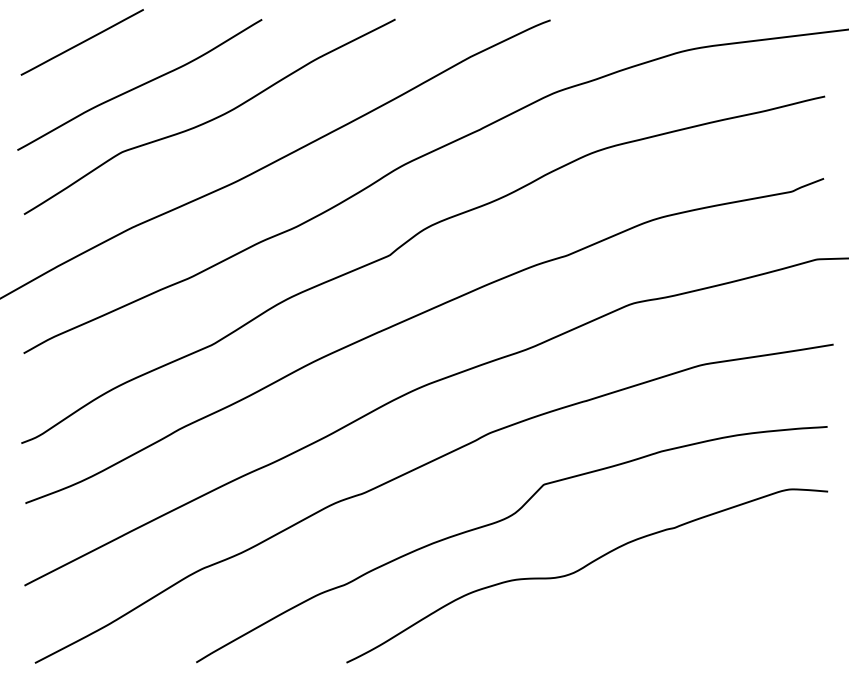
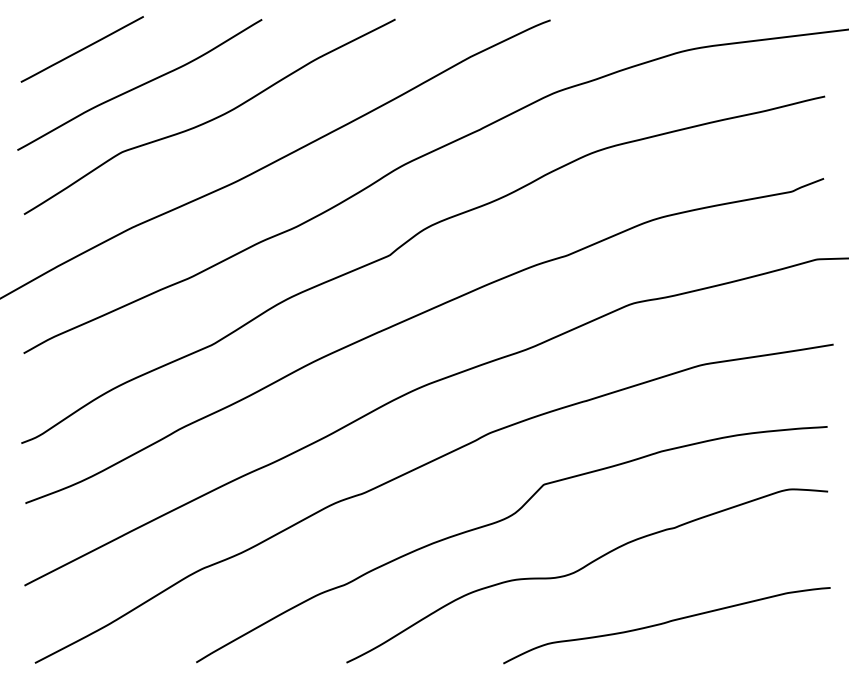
line at (81, 42) position: (81, 42) -> (81, 49)
curve at (666, 623): none -> present
